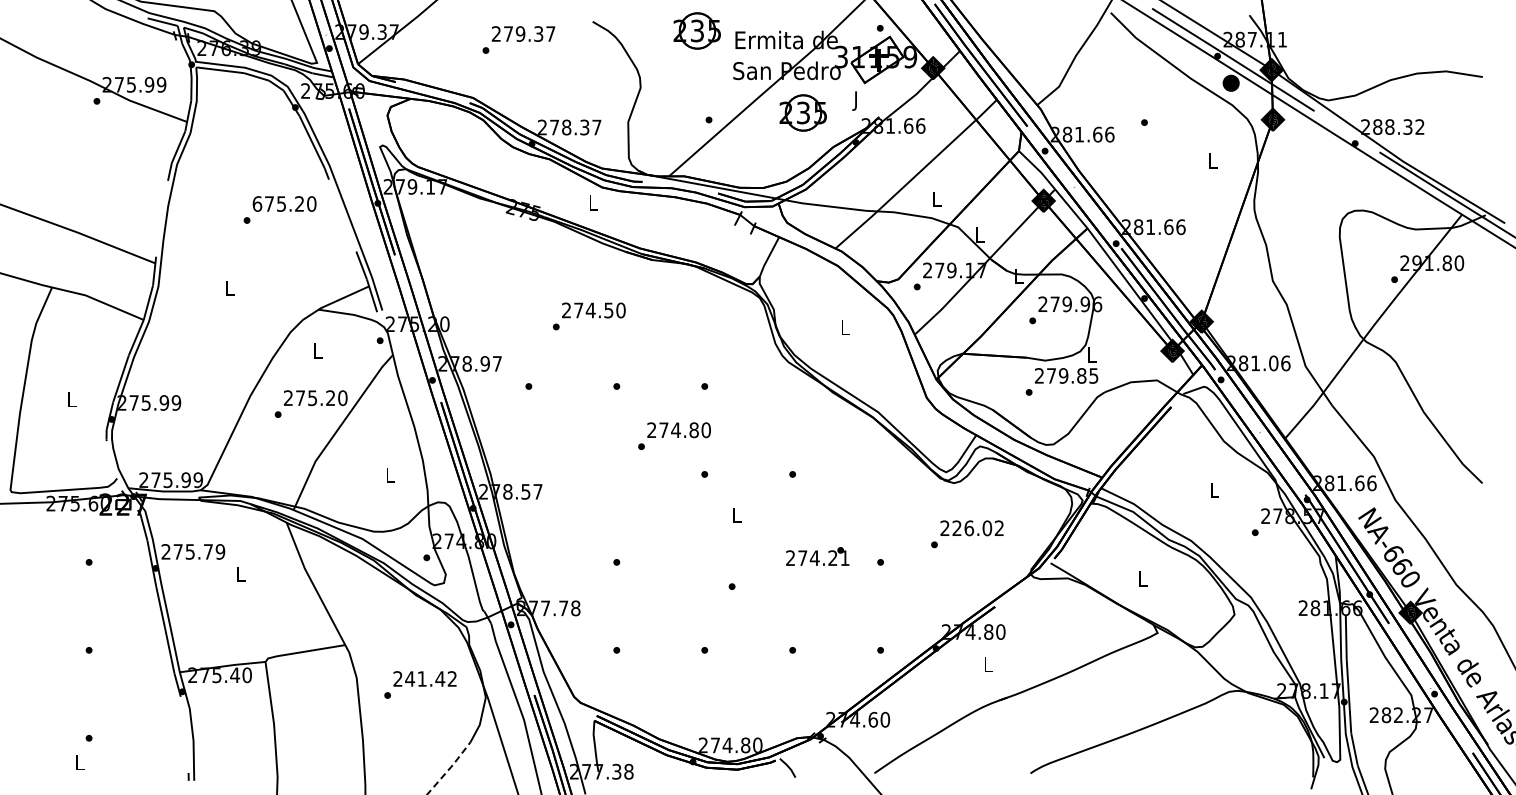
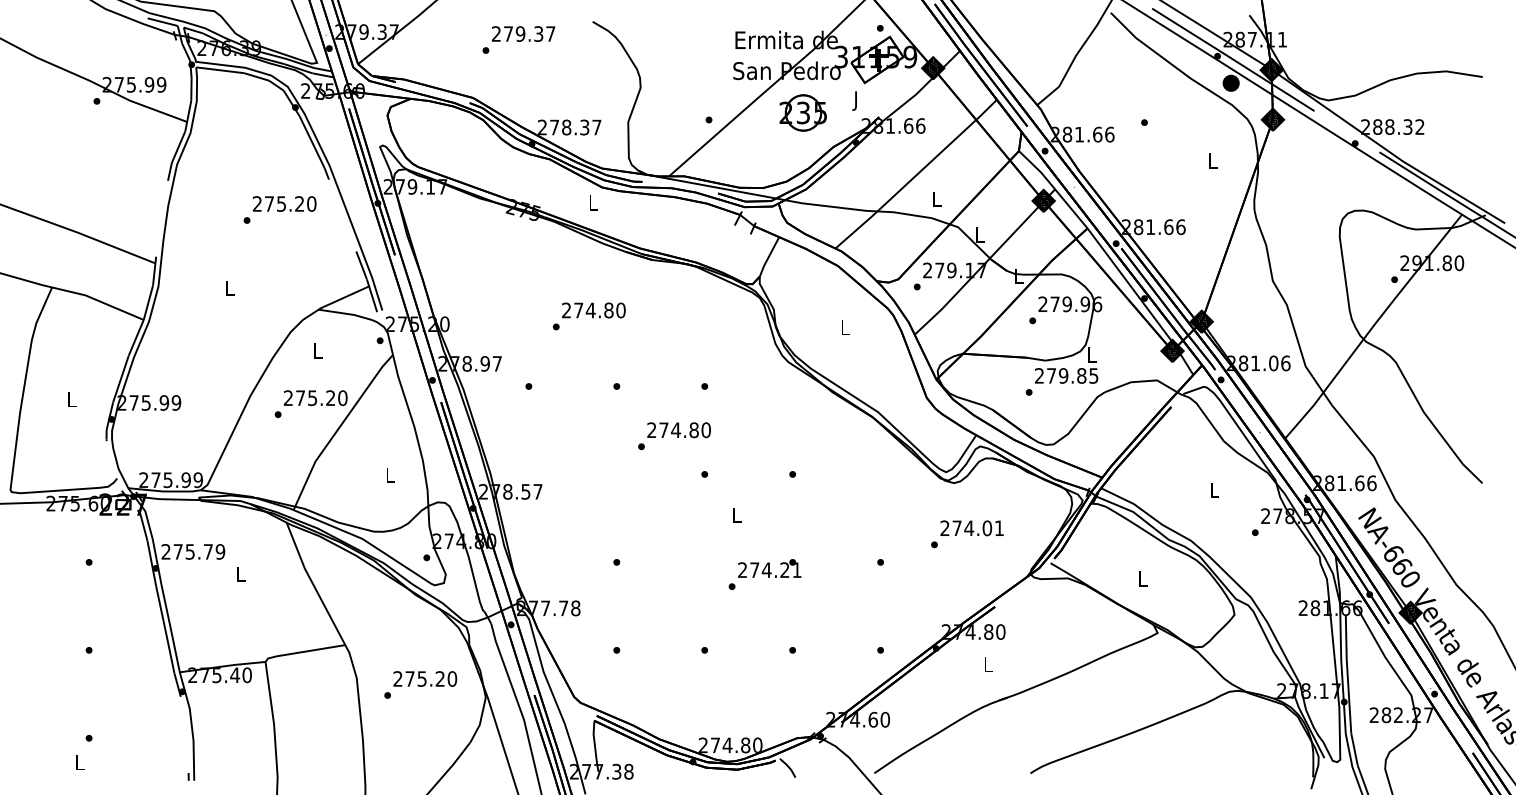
part at (696, 30): present -> none
text at (257, 203): 675.20 -> 275.20
text at (608, 310): 274.50 -> 274.80
text at (977, 528): 226.02 -> 274.01
text at (817, 556) position: (817, 556) -> (769, 568)
text at (431, 678): 241.42 -> 275.20
line at (450, 768): dashed -> solid
